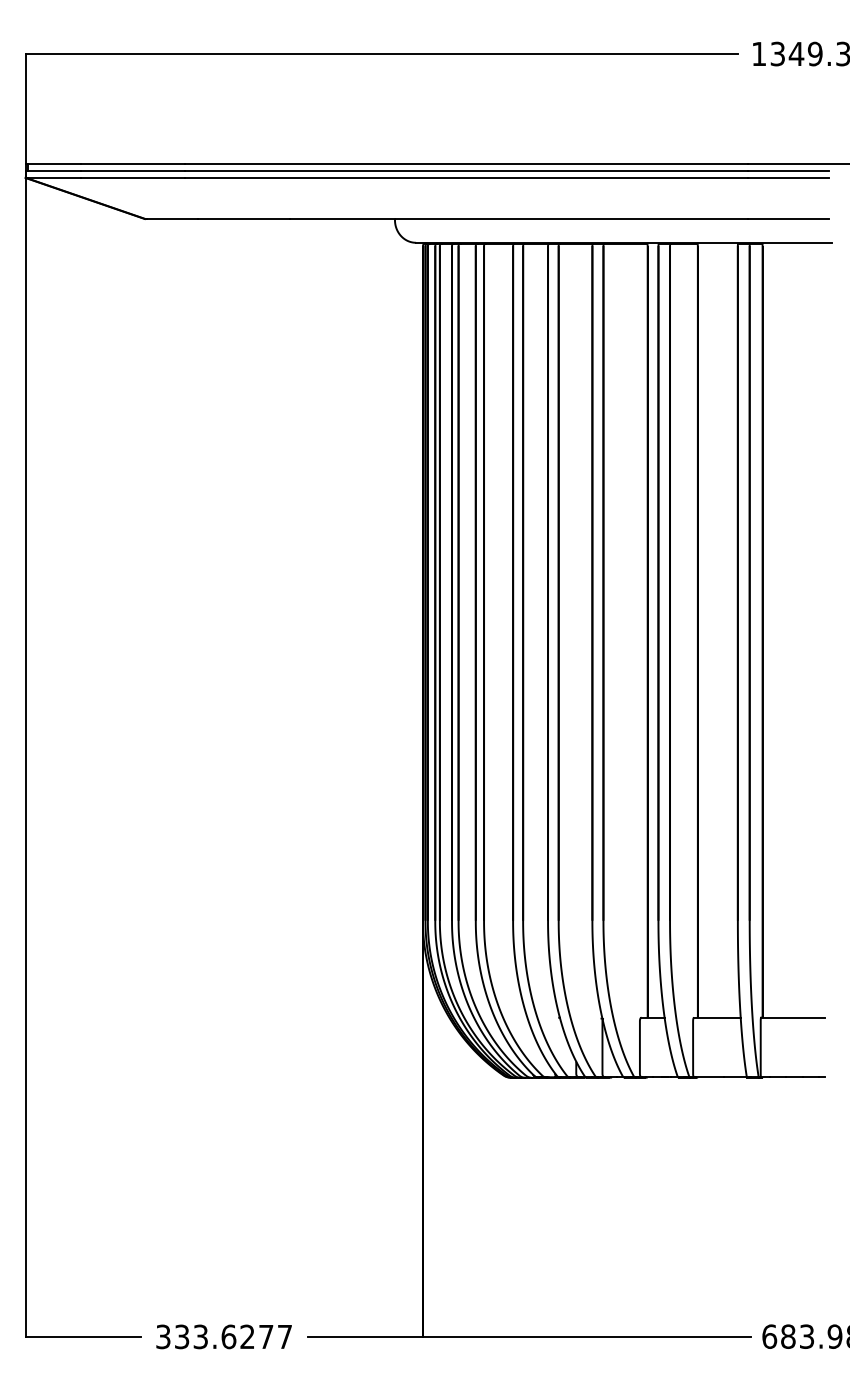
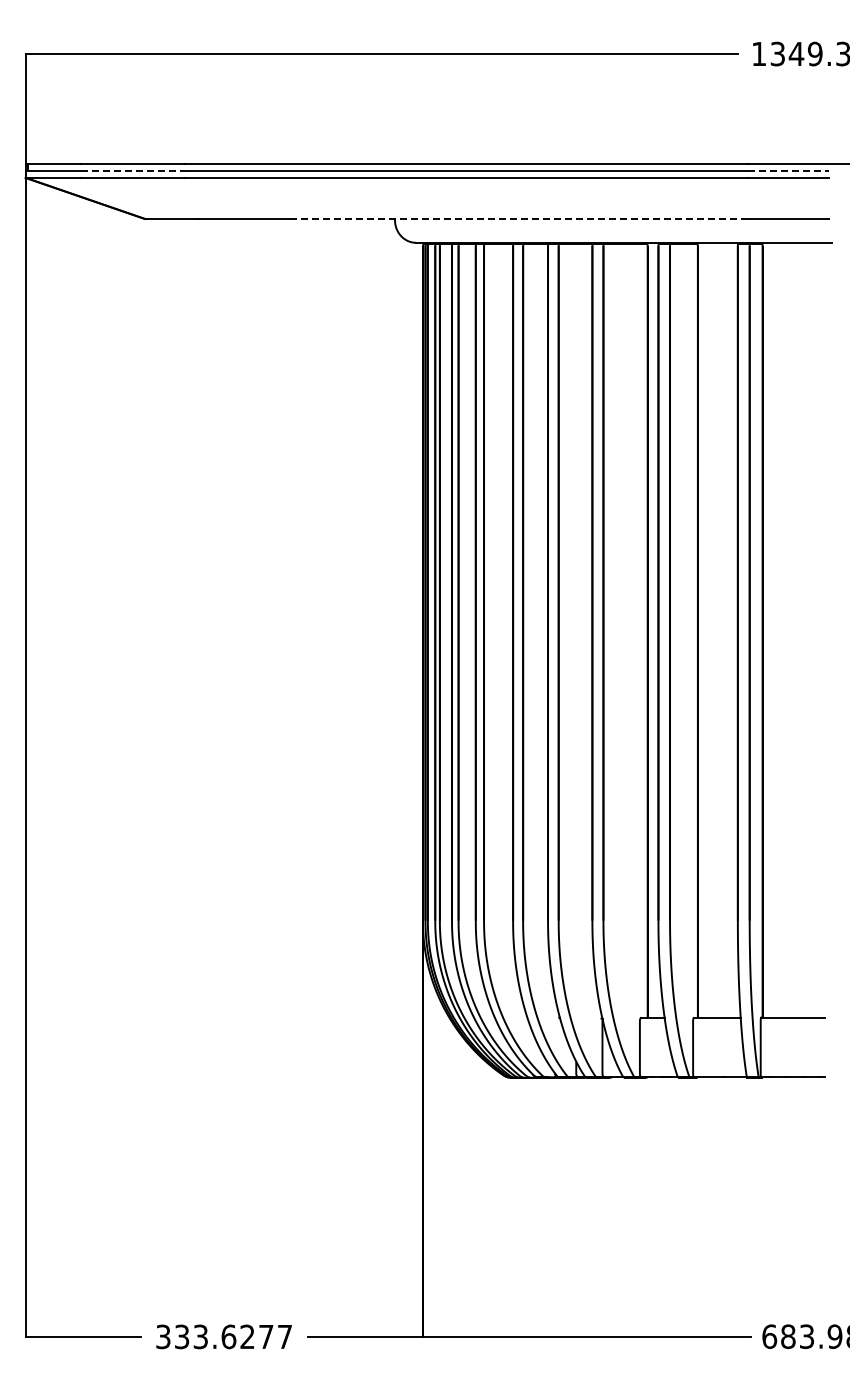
line at (133, 171): solid -> dashed
line at (788, 171): solid -> dashed
line at (518, 218): solid -> dashed
